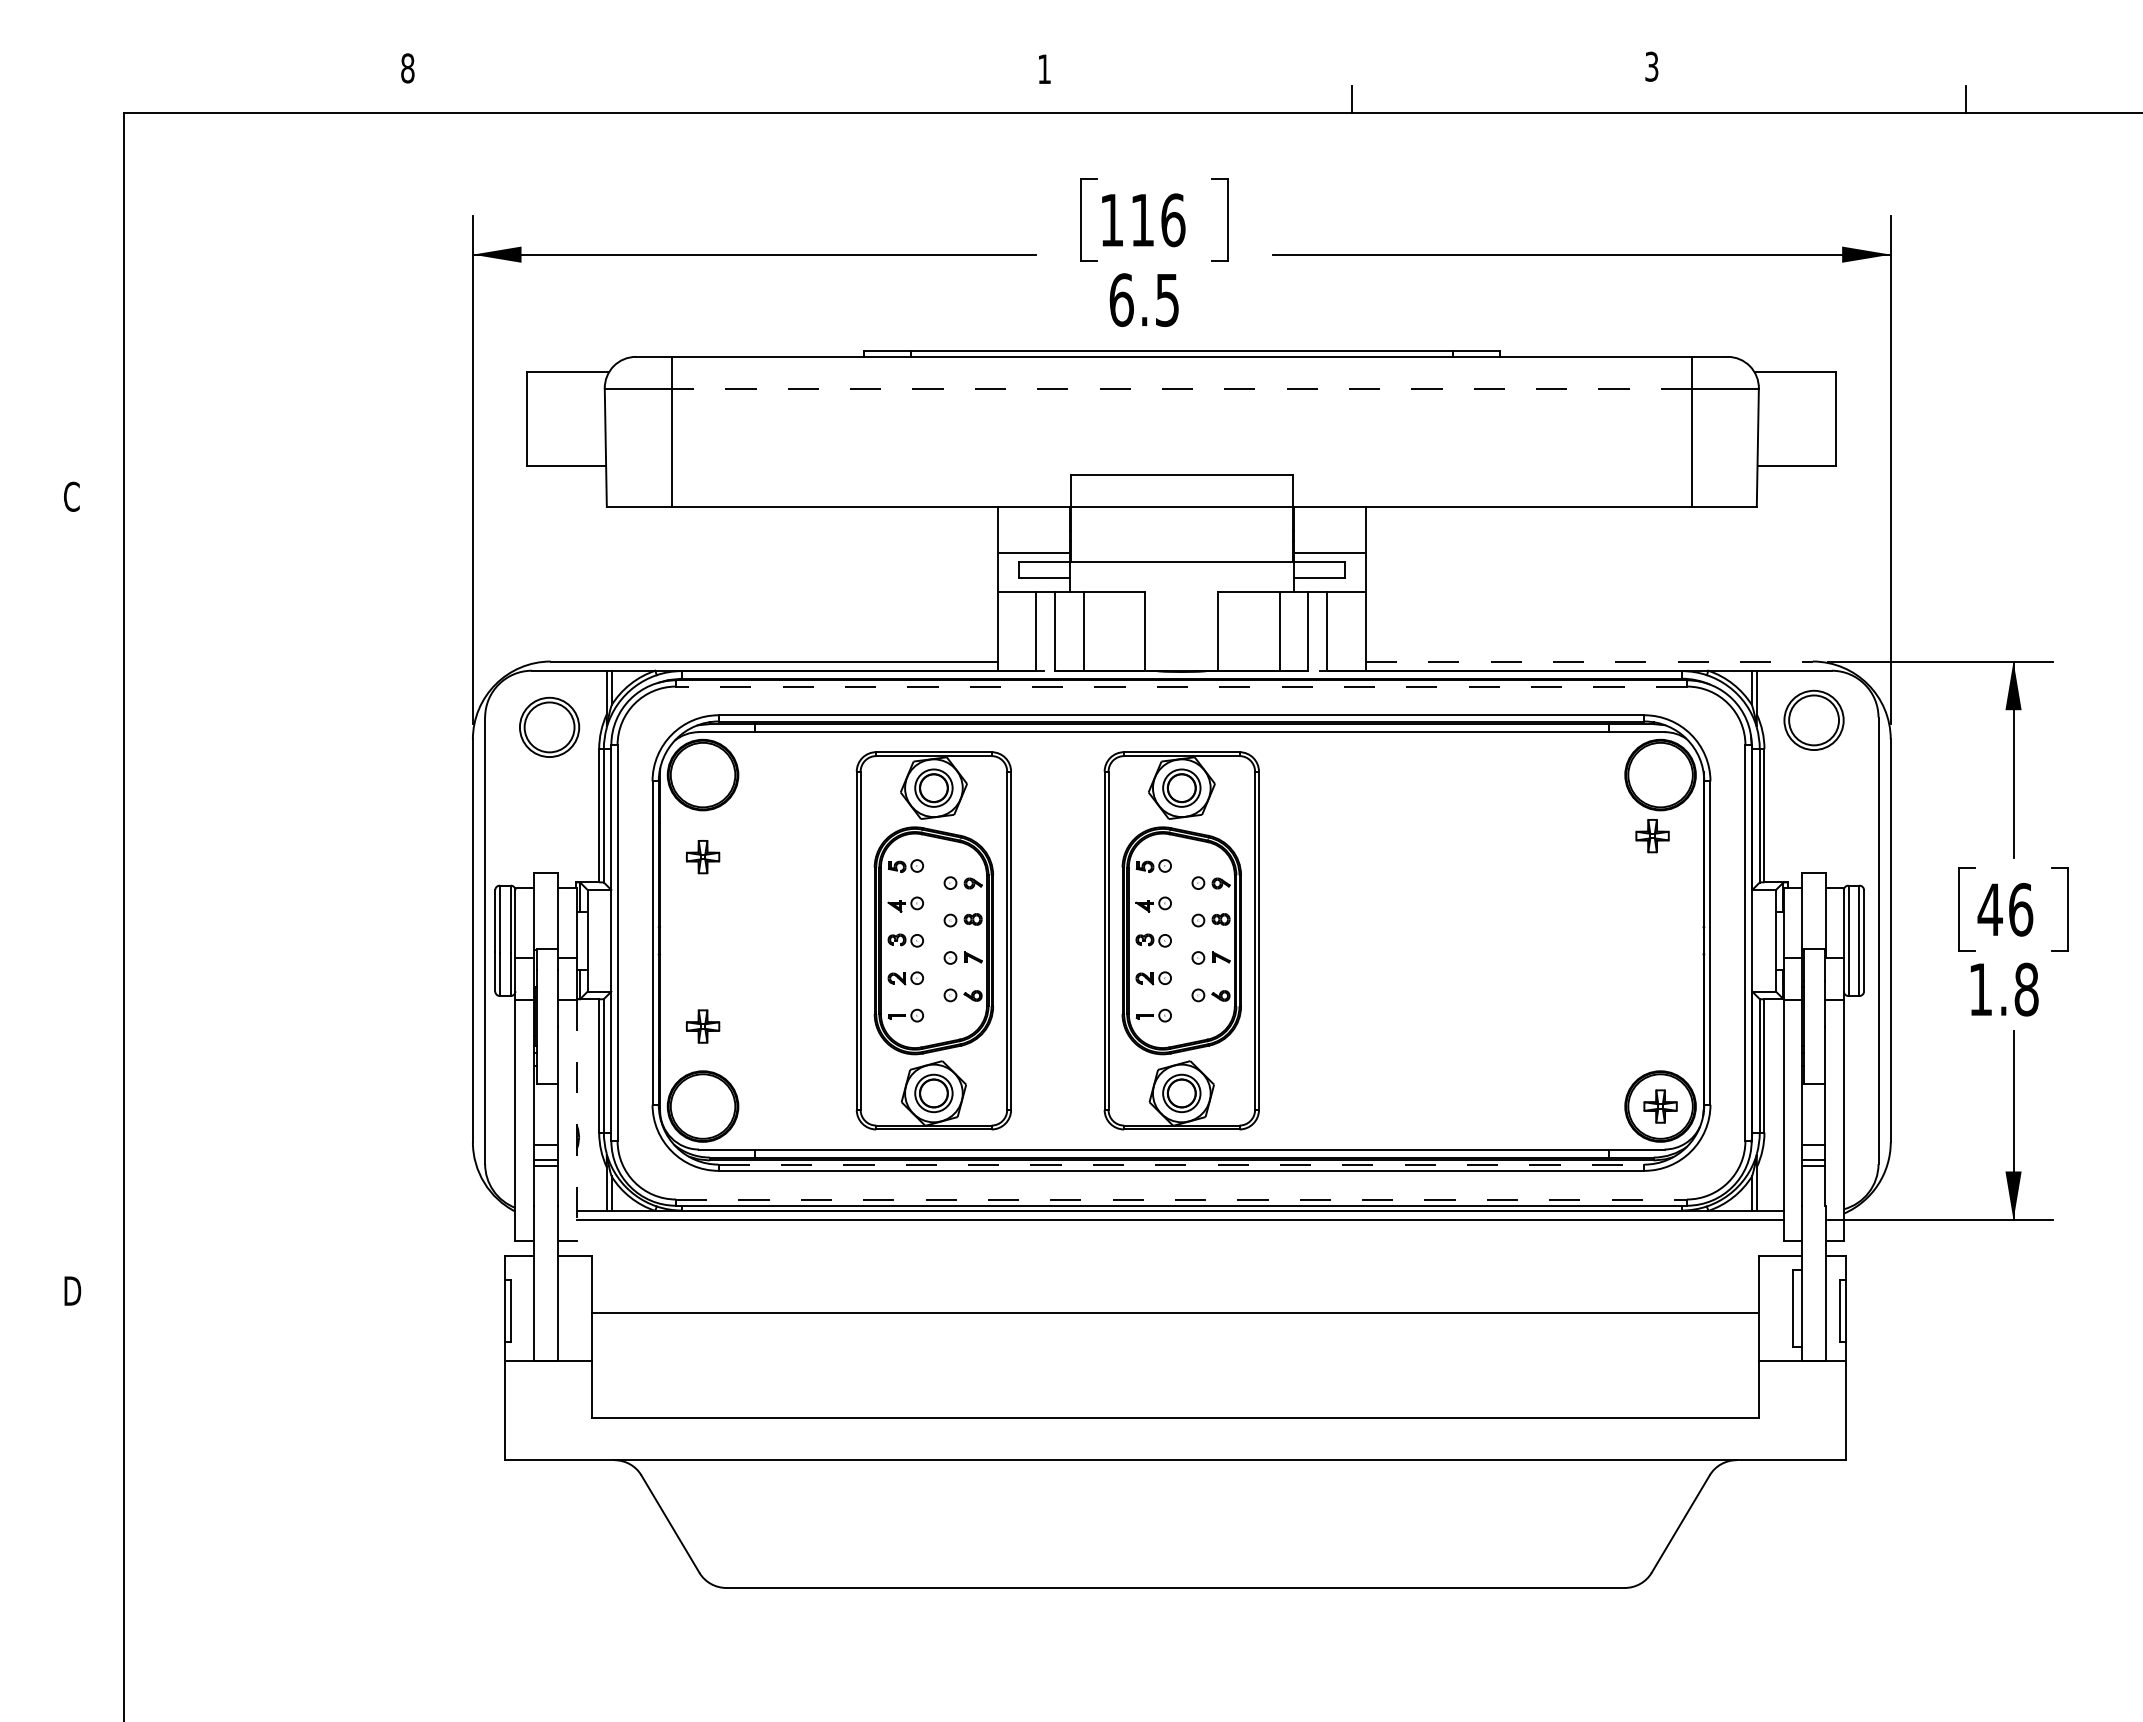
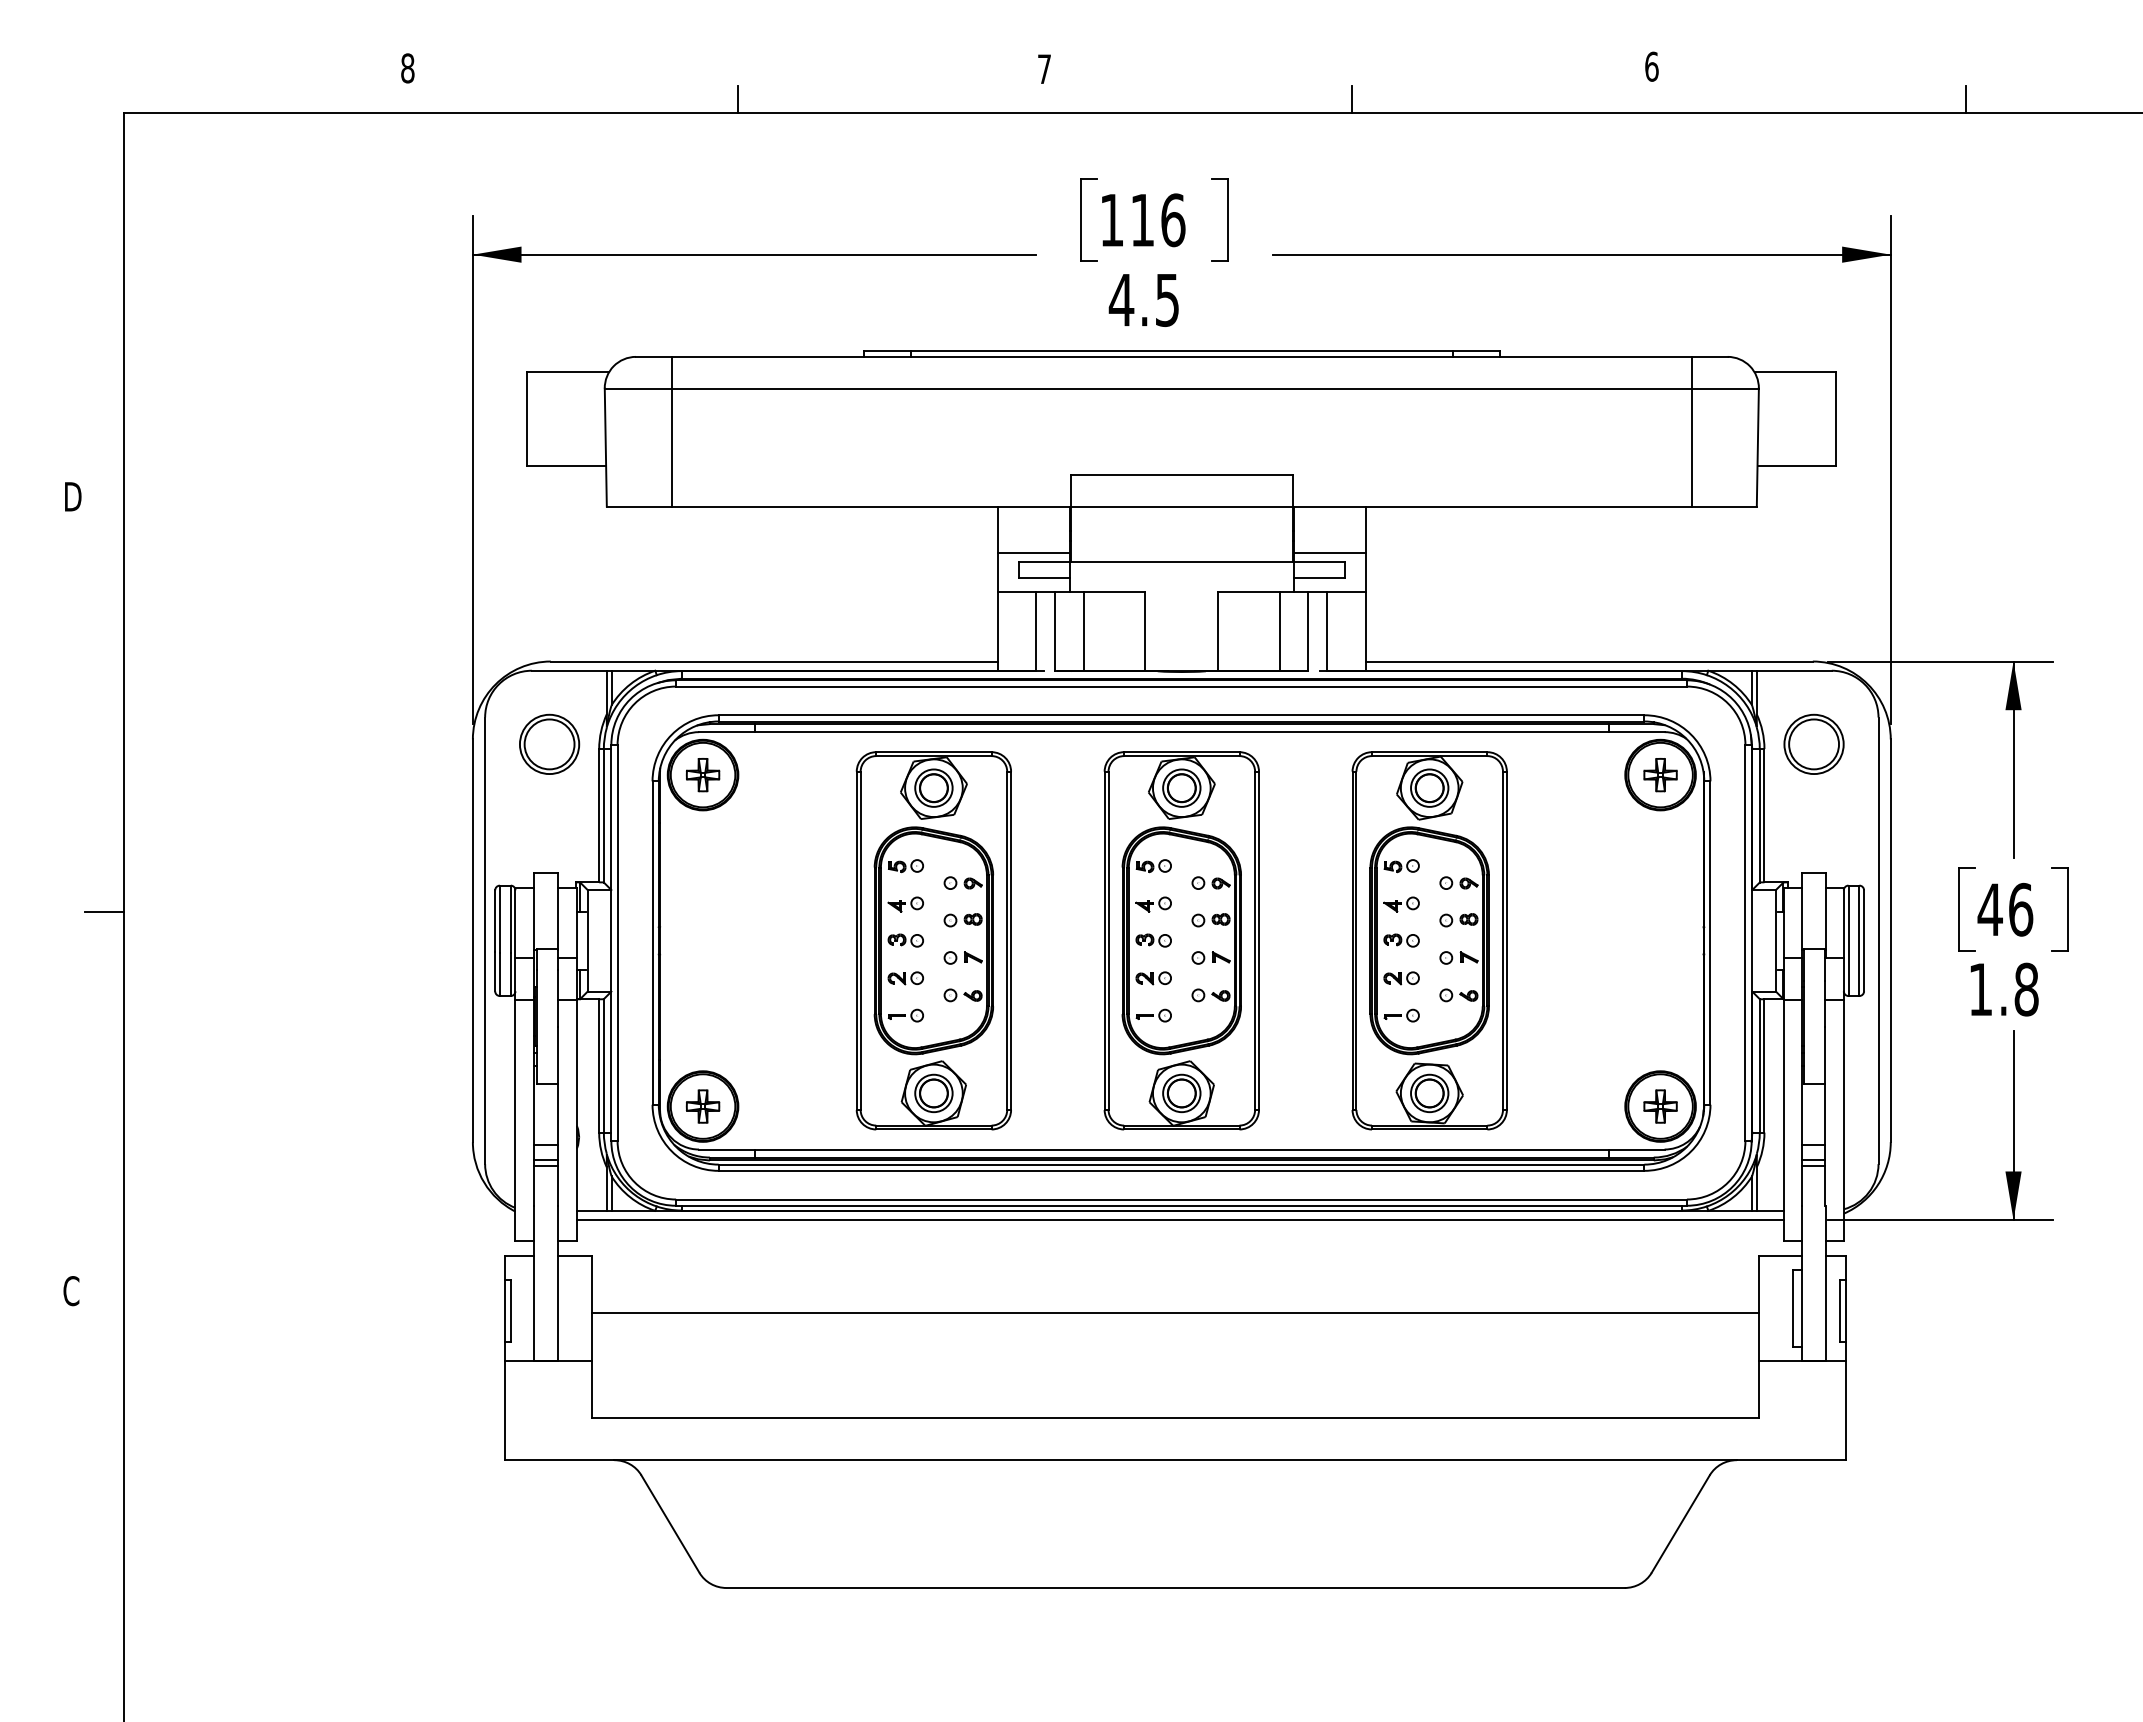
text at (1651, 66): 3 -> 6
text at (1044, 68): 1 -> 7
line at (737, 99): none -> present
text at (1121, 300): 6.5 -> 4.5
line at (1181, 388): dashed -> solid
text at (72, 496): C -> D
line at (1589, 661): dashed -> solid
line at (1181, 686): dashed -> solid
part at (1813, 719) position: (1813, 719) -> (1813, 743)
part at (549, 726) position: (549, 726) -> (549, 743)
part at (1652, 836) position: (1652, 836) -> (1660, 775)
part at (702, 857) position: (702, 857) -> (702, 775)
line at (104, 911): none -> present
part at (1429, 940): none -> present
part at (702, 1026) position: (702, 1026) -> (702, 1106)
line at (576, 1120): dashed -> solid
line at (1181, 1164): dashed -> solid
line at (1182, 1199): dashed -> solid
text at (72, 1291): D -> C
